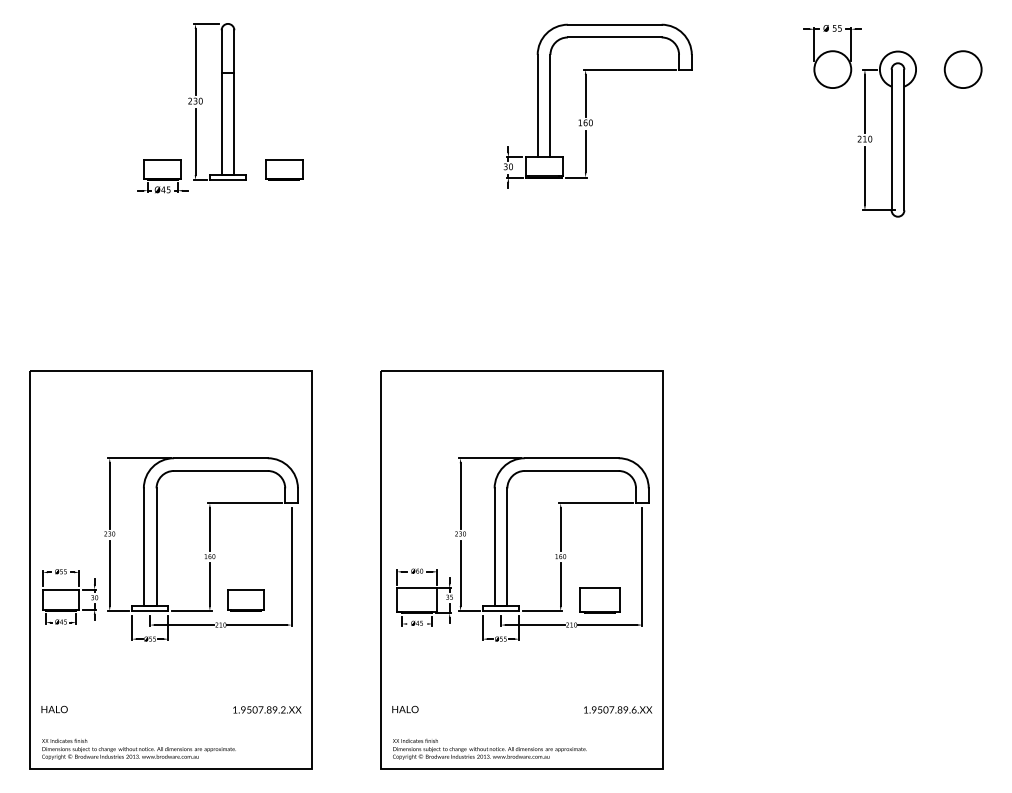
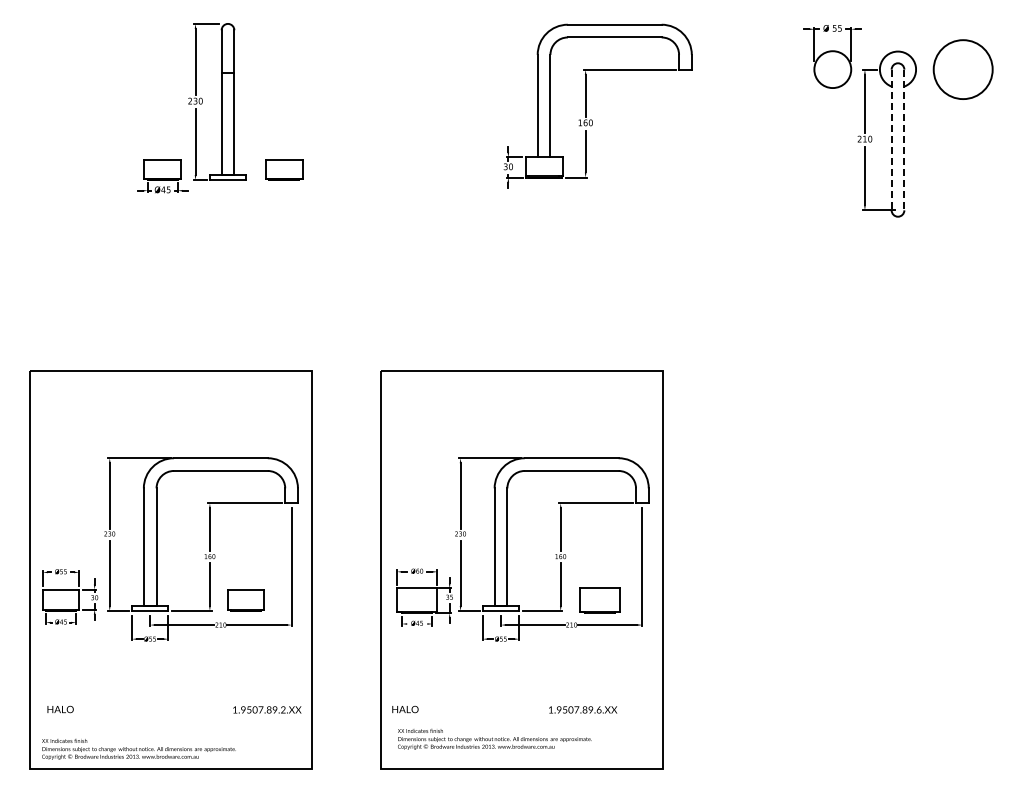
circle at (962, 69) diameter: 37 px -> 59 px
line at (891, 140): solid -> dashed
line at (904, 140): solid -> dashed
text at (54, 709) position: (54, 709) -> (60, 709)
text at (618, 709) position: (618, 709) -> (583, 709)
text at (489, 748) position: (489, 748) -> (494, 738)
